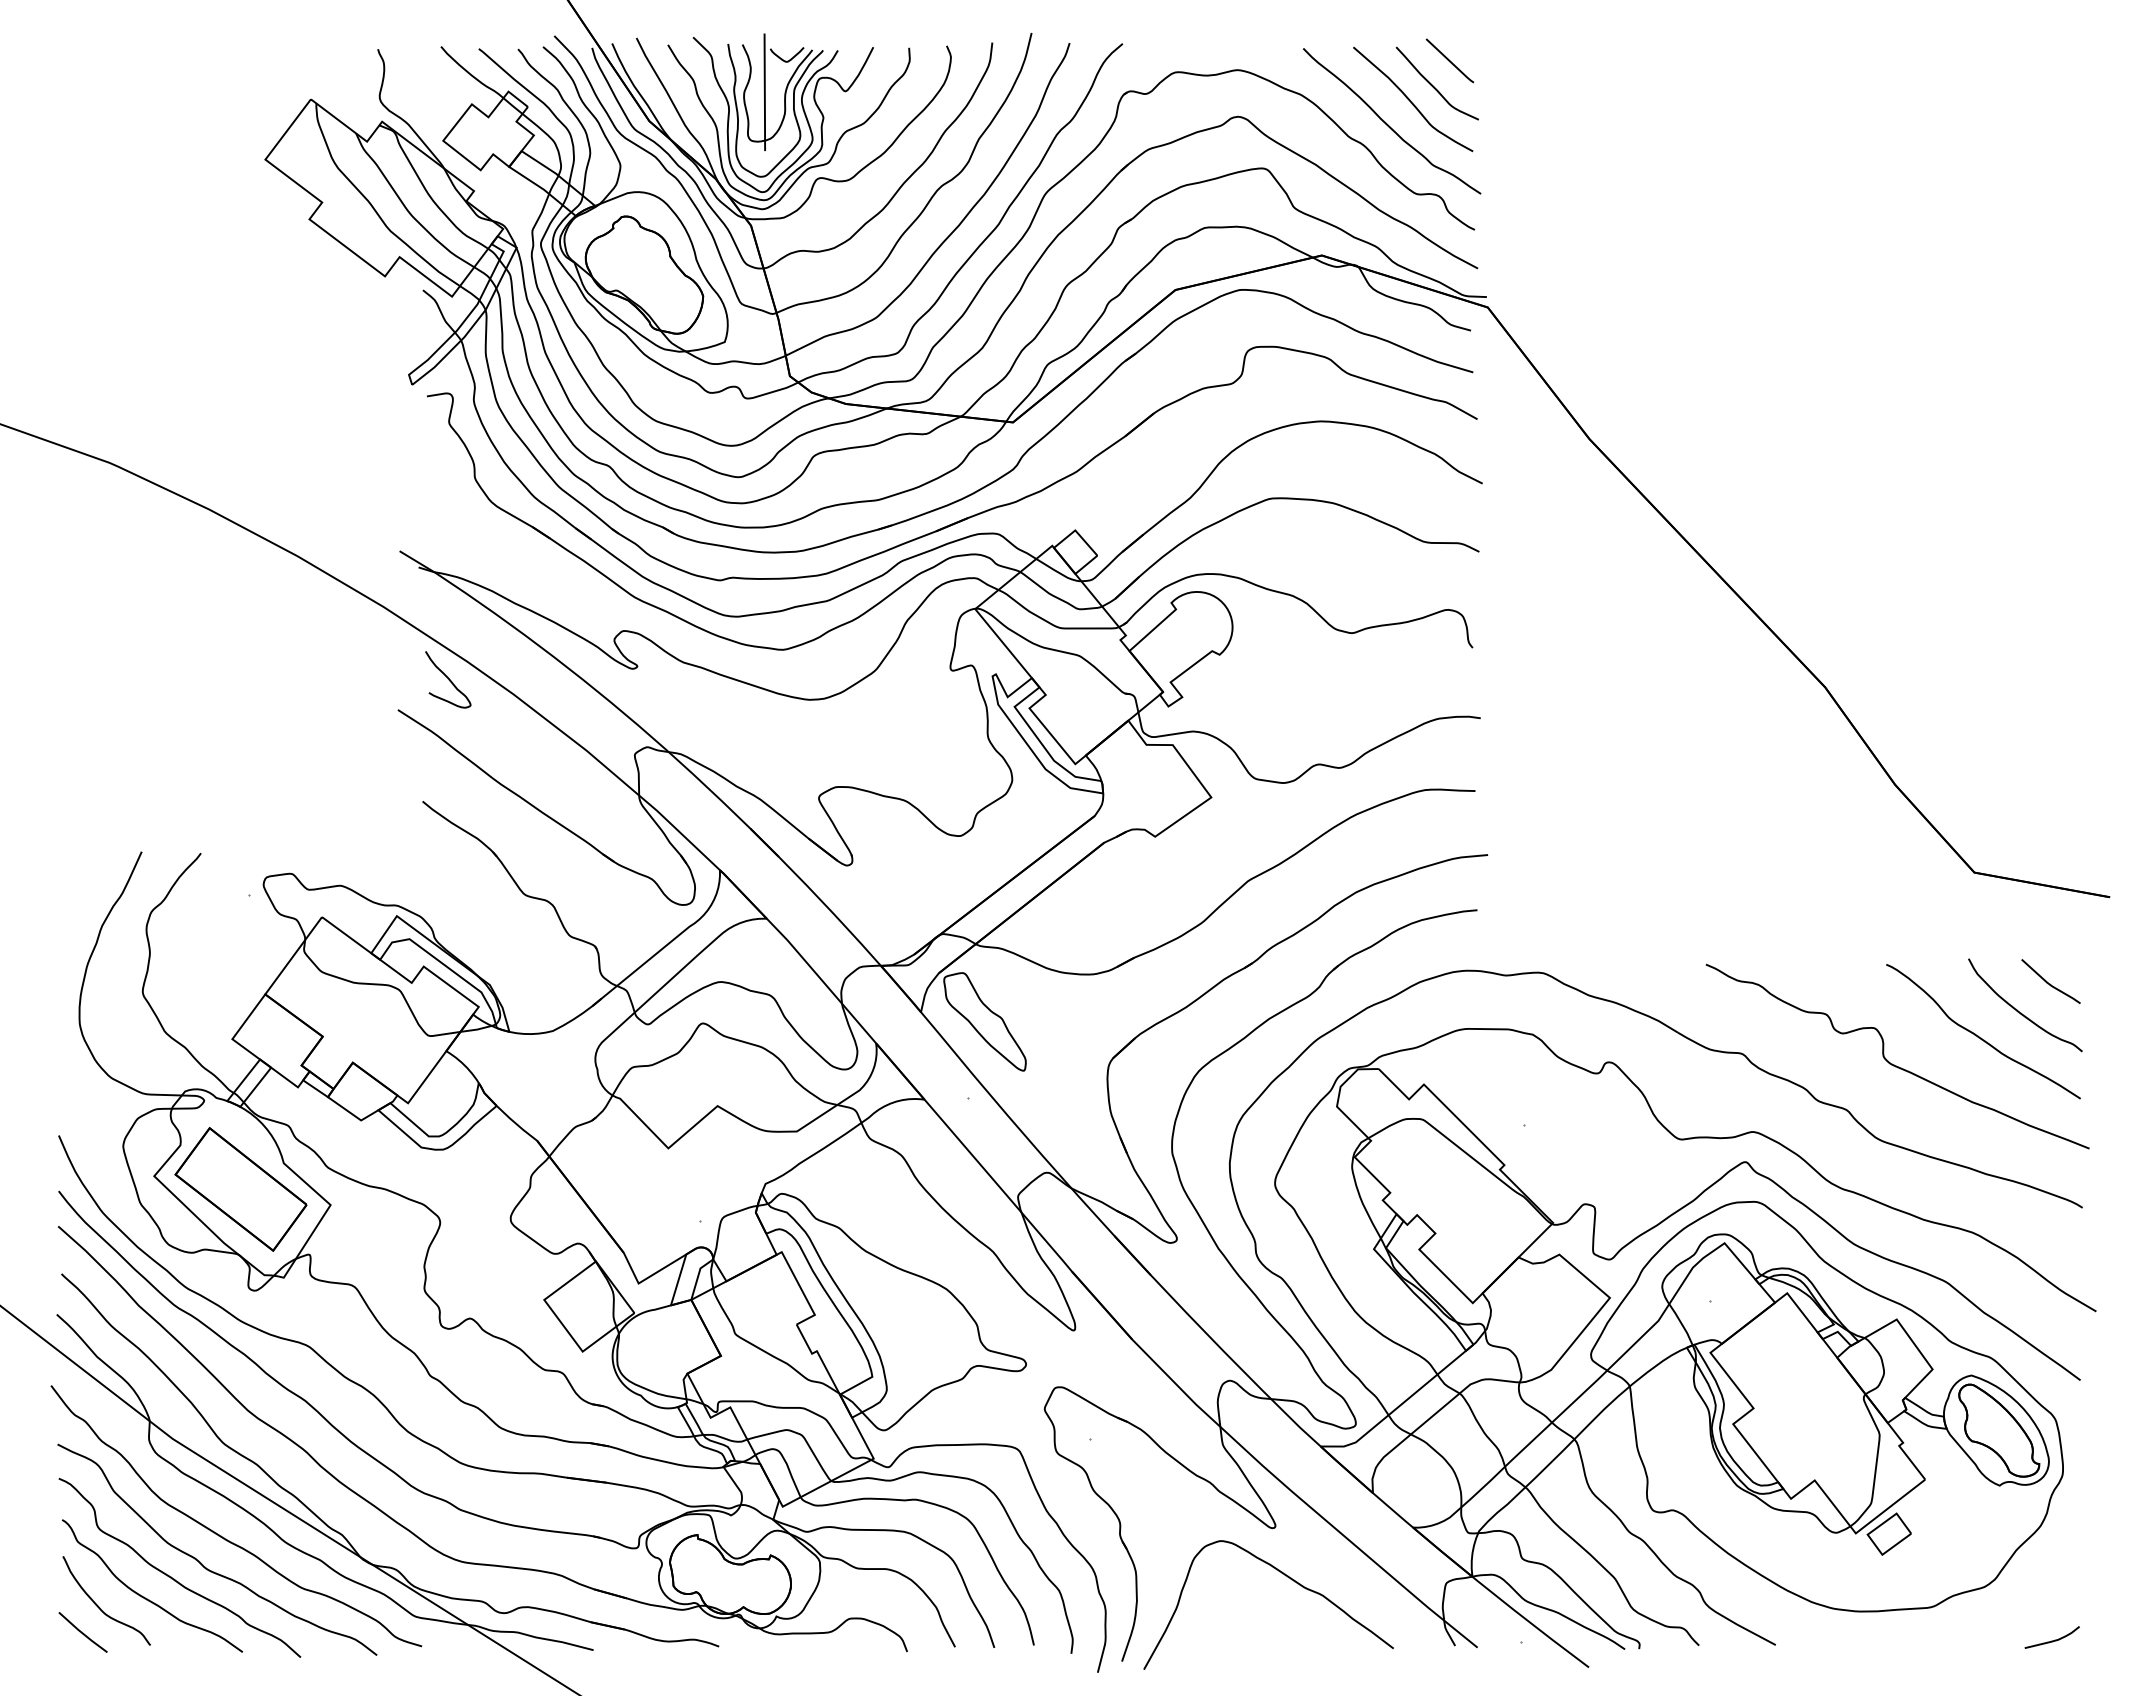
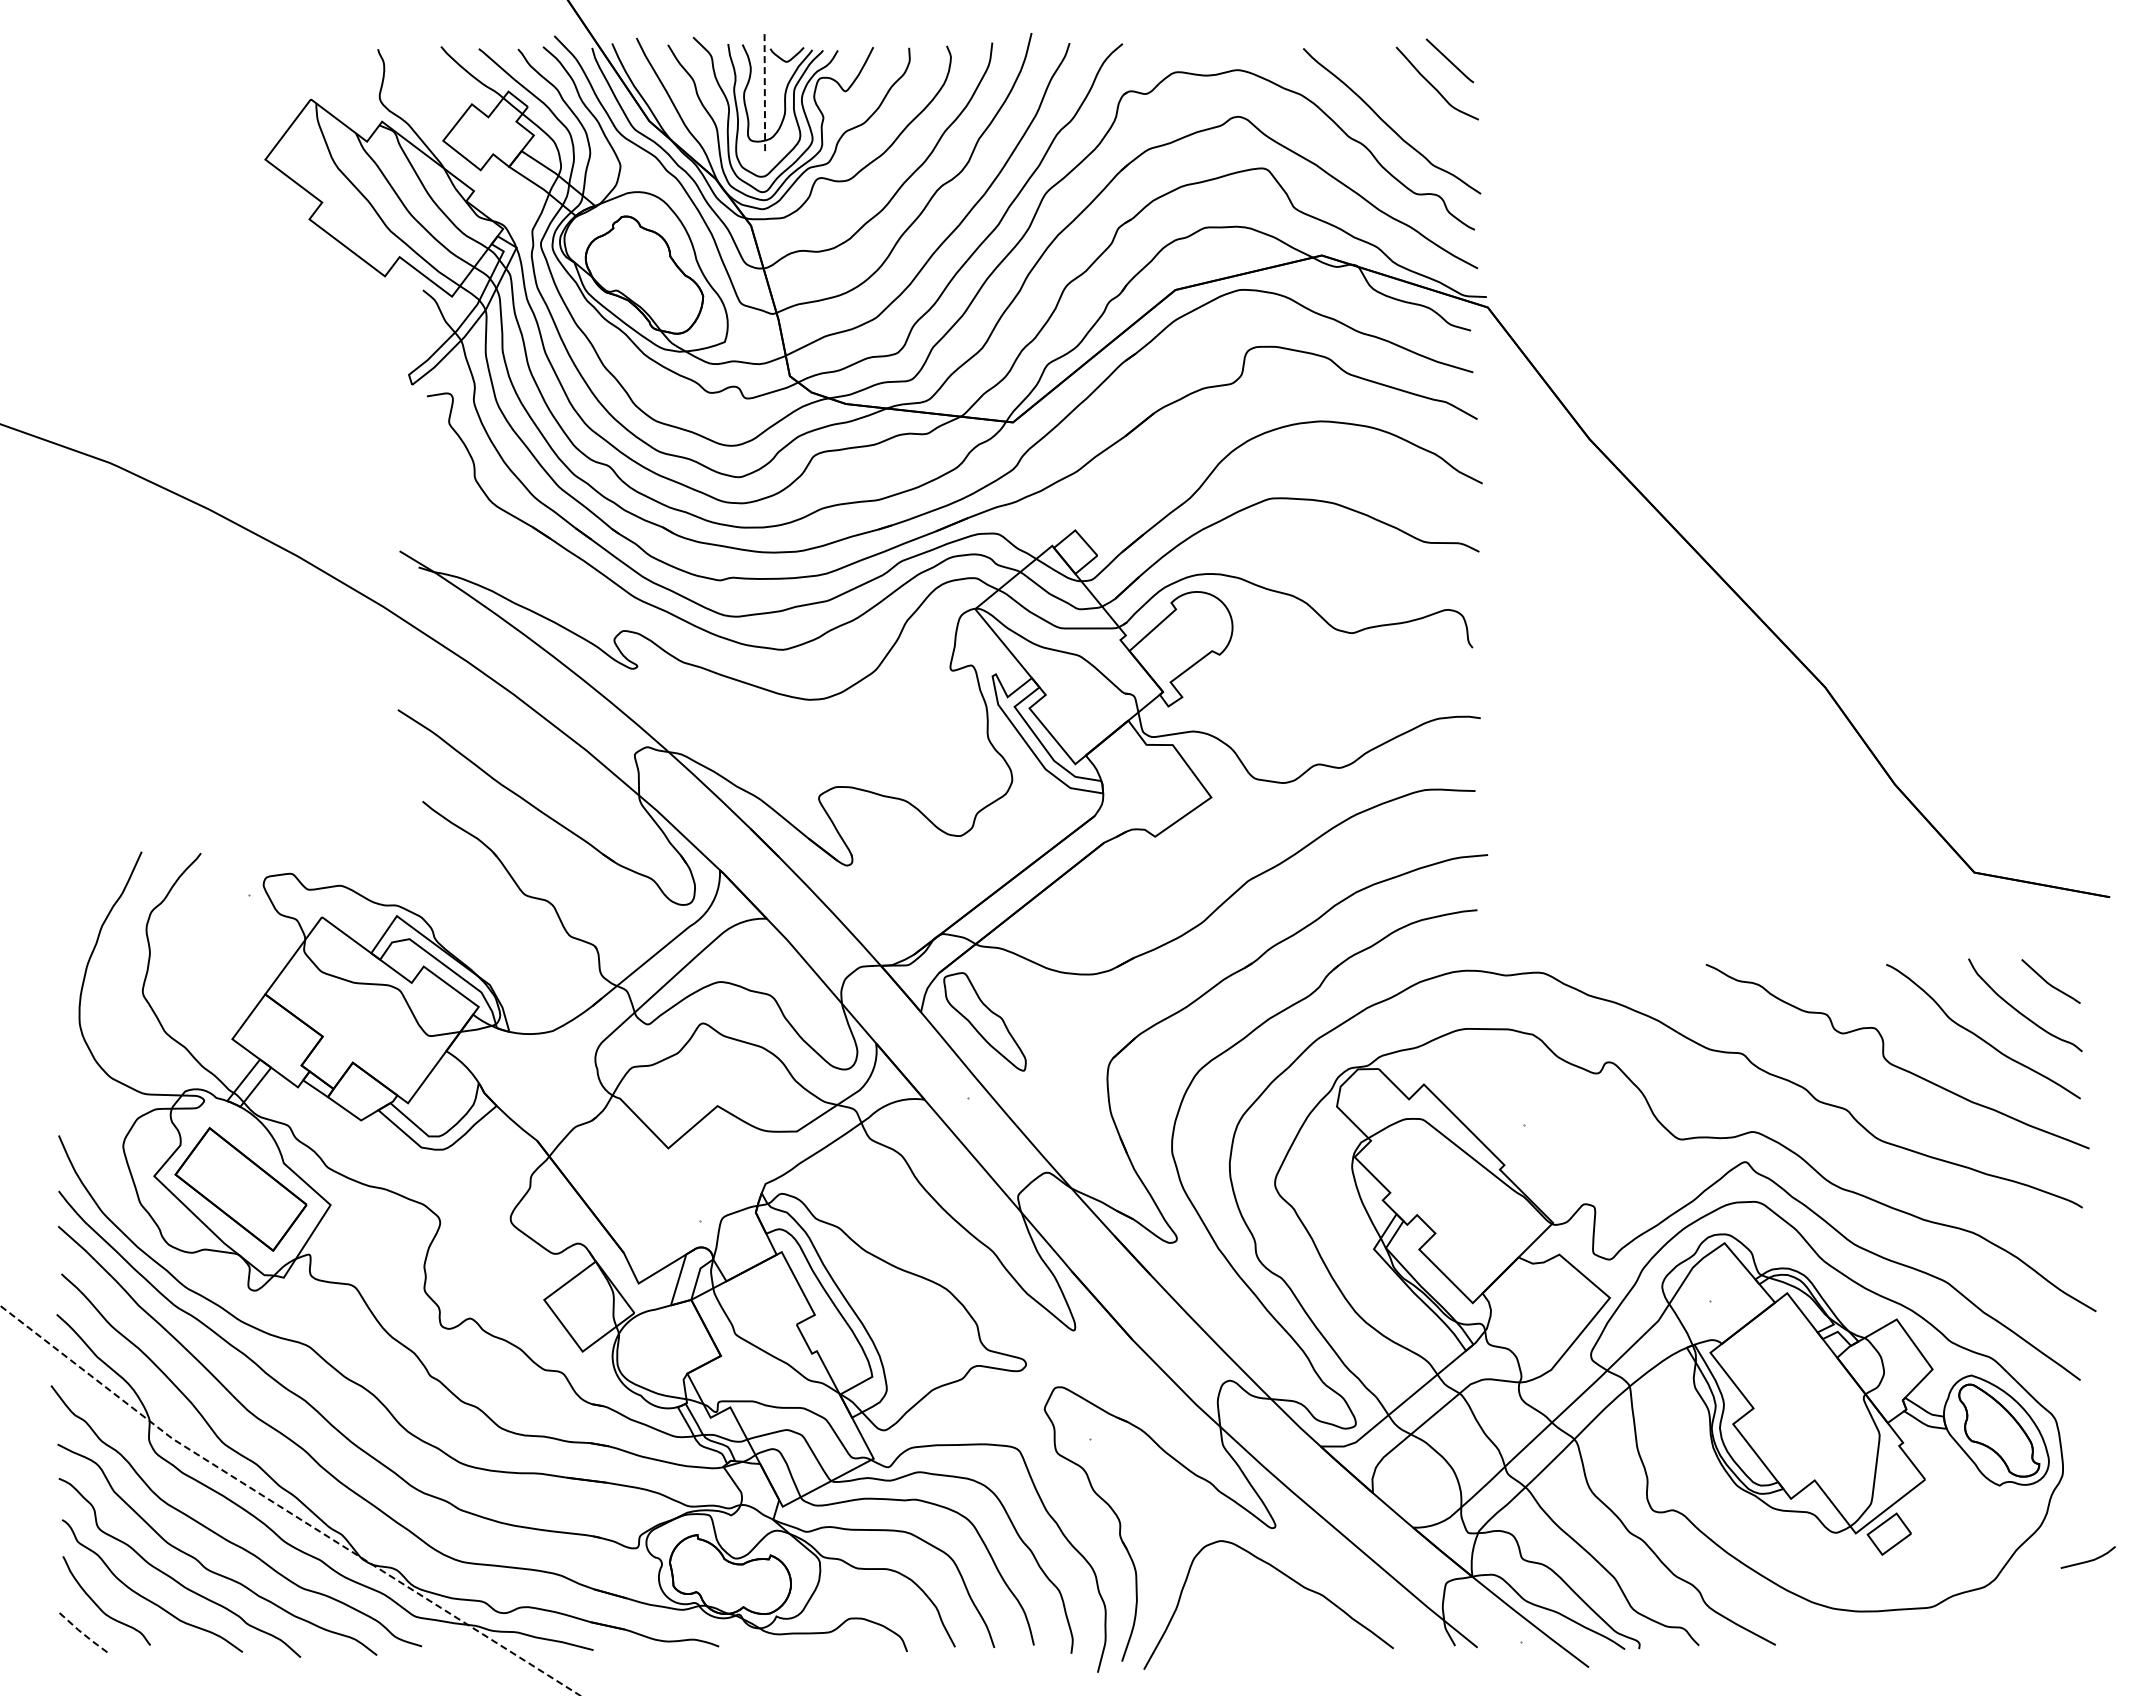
line at (764, 92): solid -> dashed
curve at (1411, 101): present -> none
curve at (448, 679): present -> none
line at (284, 1509): solid -> dashed
line at (82, 1633): solid -> dashed
curve at (2051, 1640) position: (2051, 1640) -> (2087, 1560)
